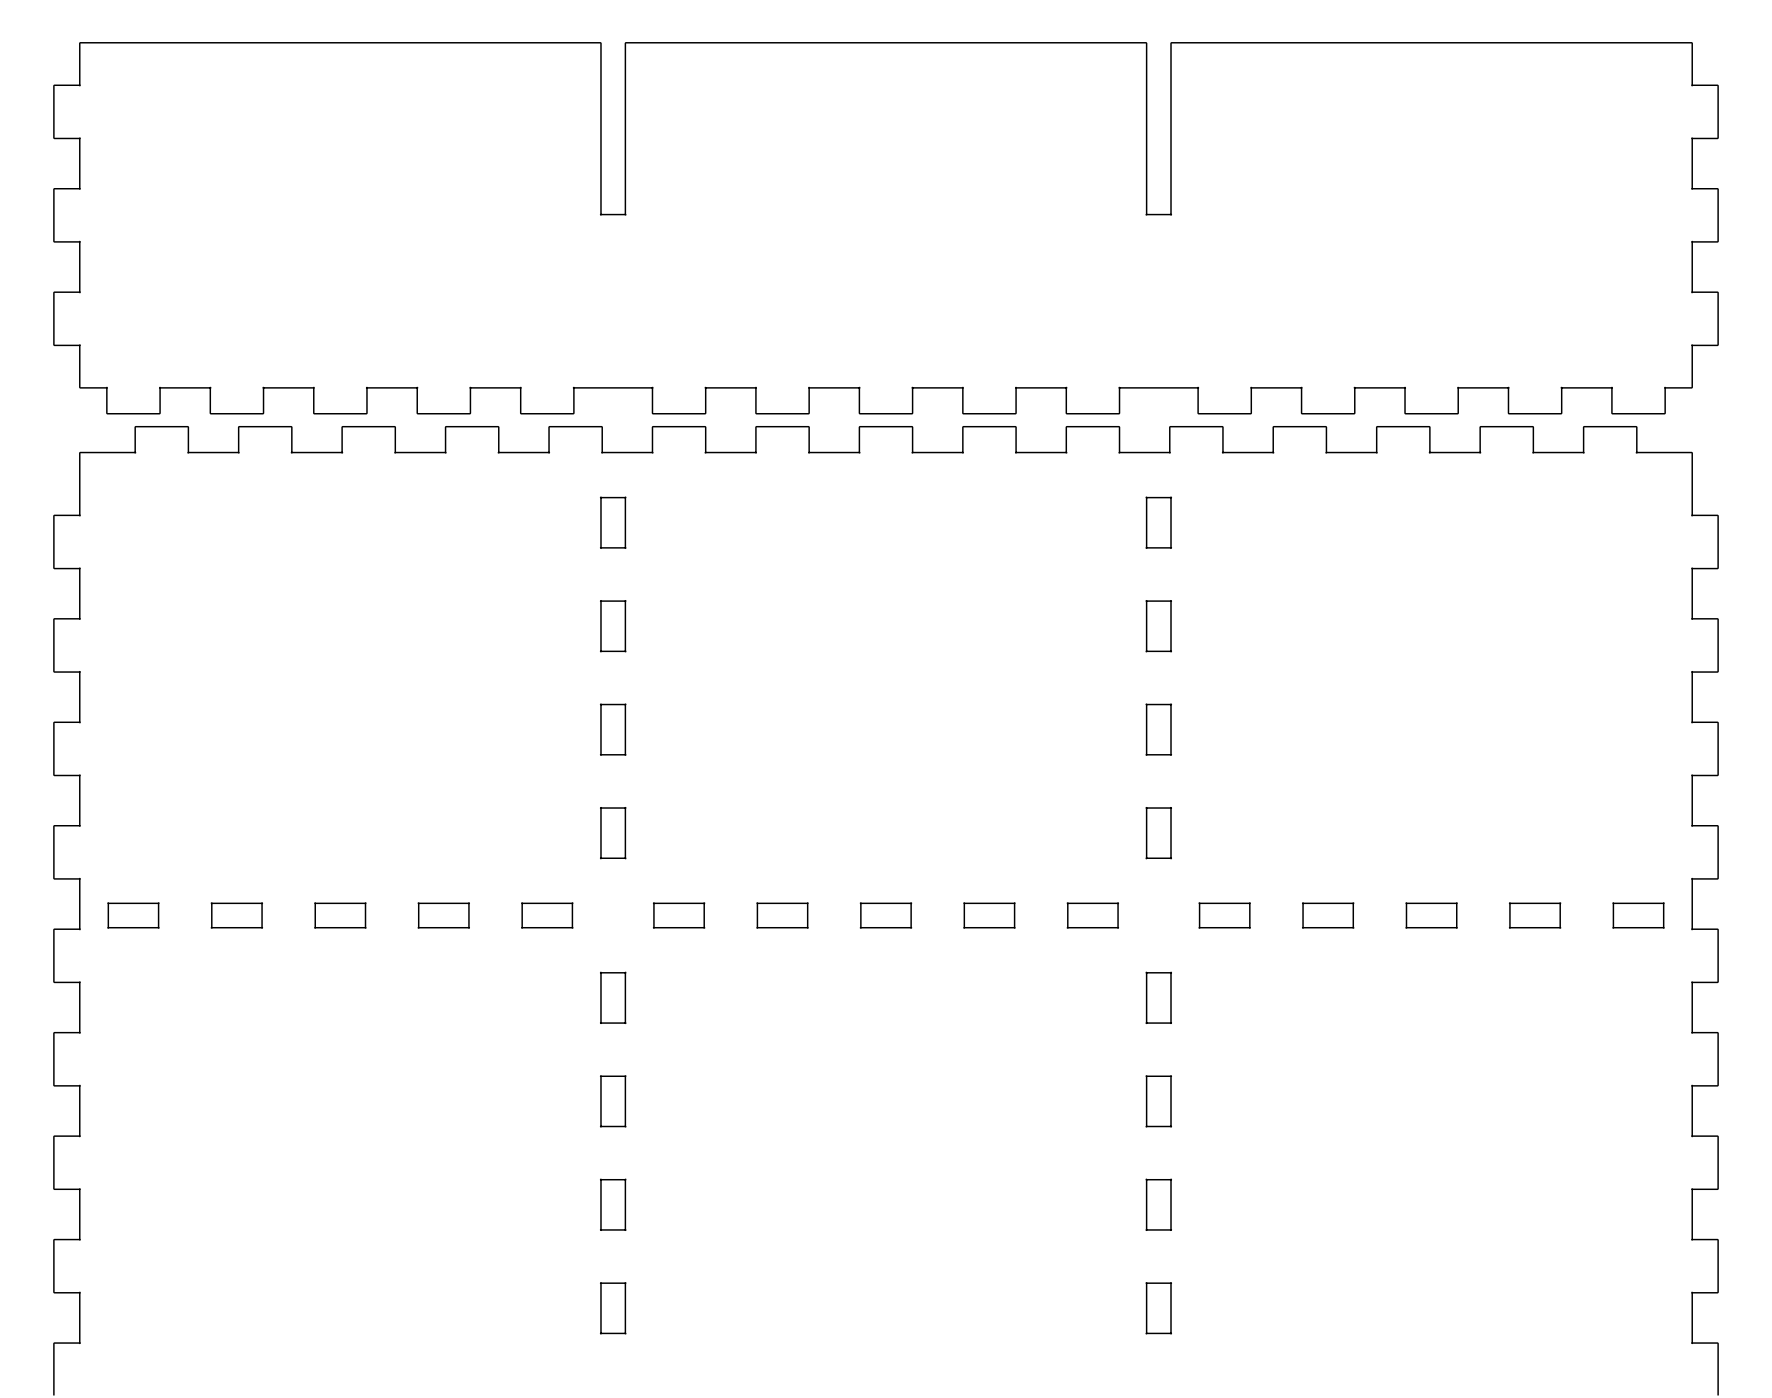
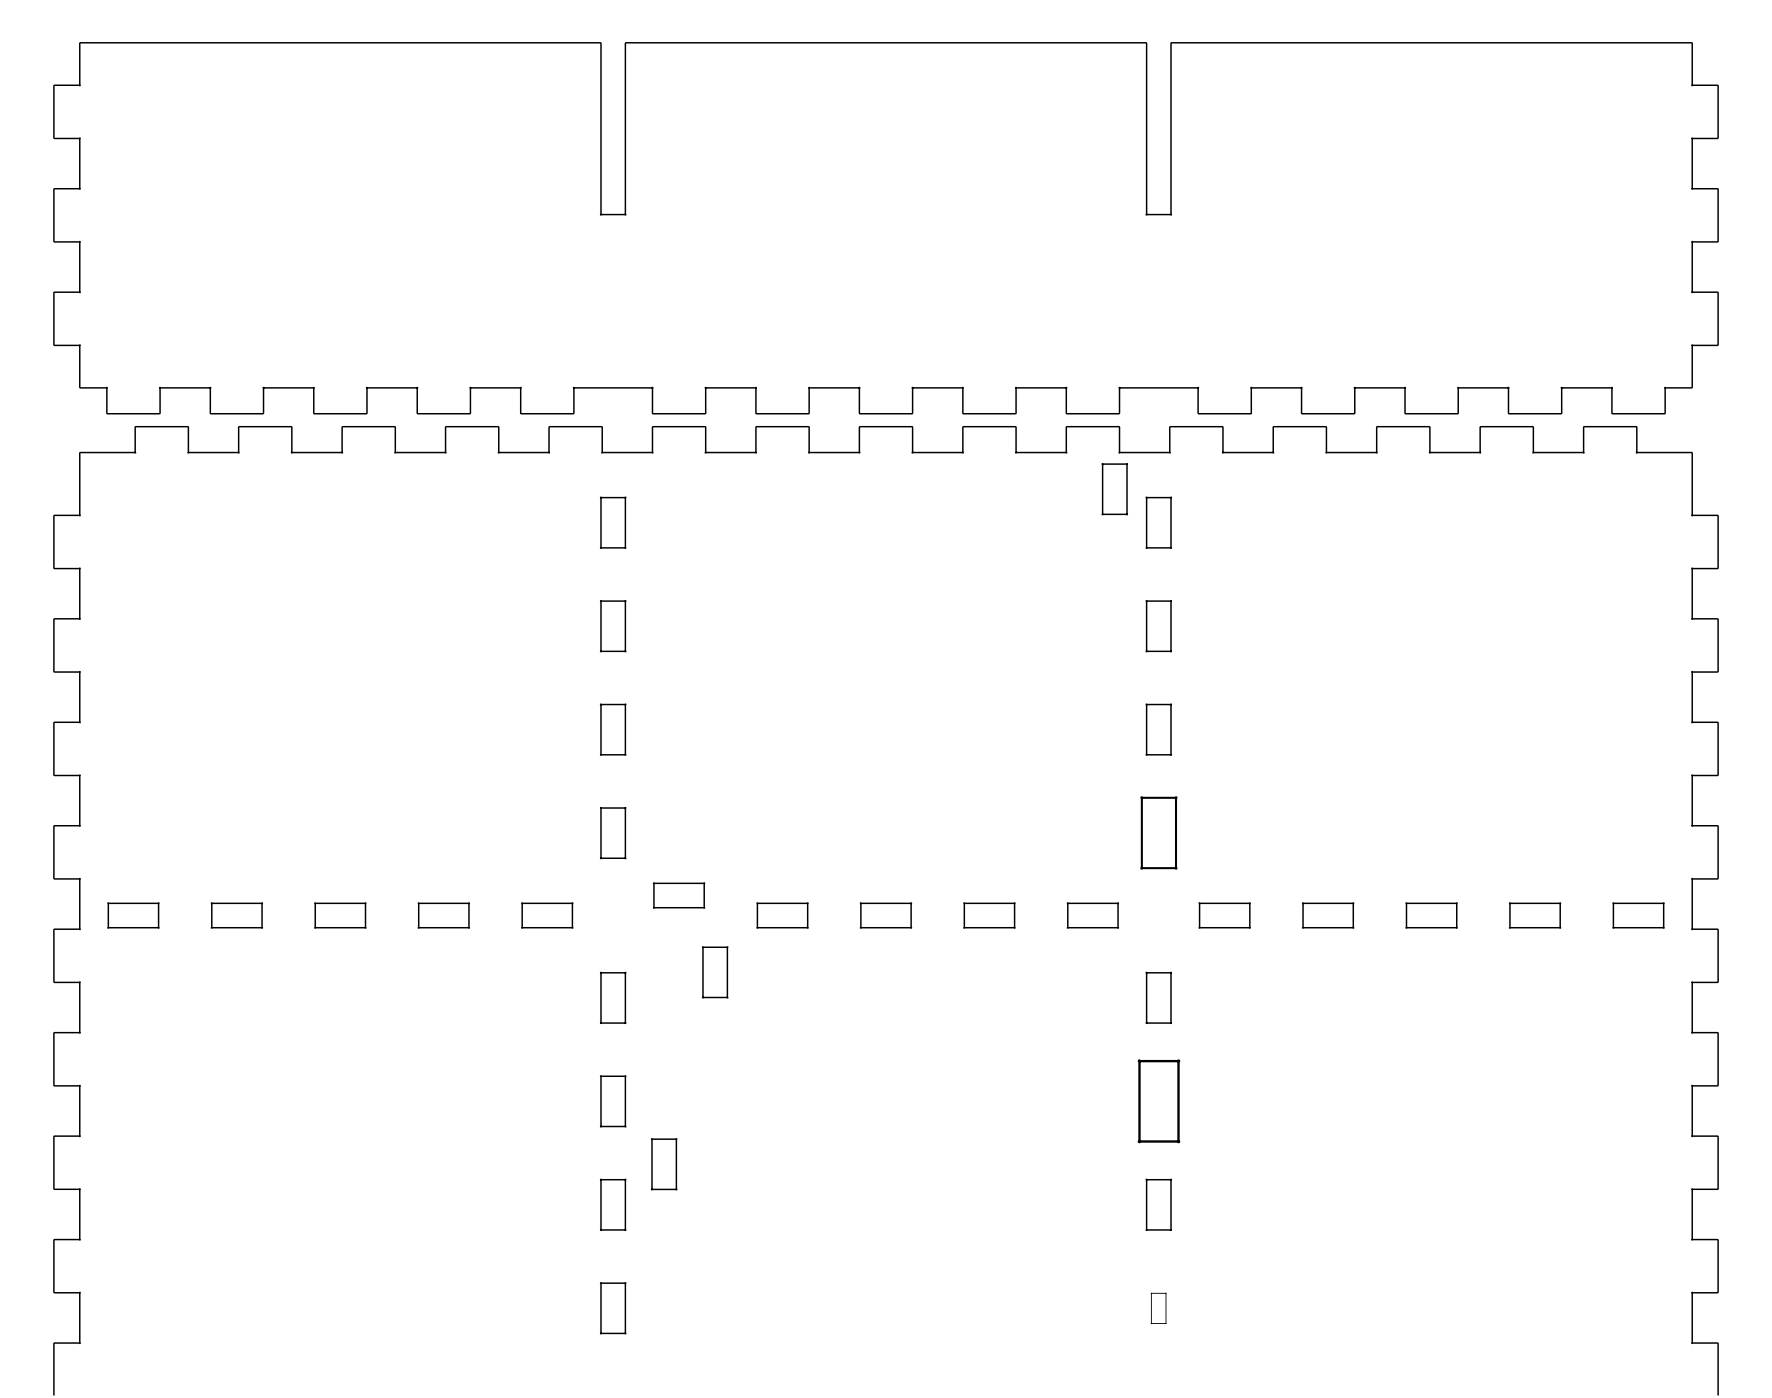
part at (1114, 489): none -> present
part at (1158, 833) size: 27x53 px -> 38x74 px
part at (679, 915) position: (679, 915) -> (679, 895)
part at (715, 972): none -> present
part at (1158, 1101) size: 27x53 px -> 44x85 px
part at (664, 1164): none -> present
part at (1158, 1308) size: 27x53 px -> 17x32 px
